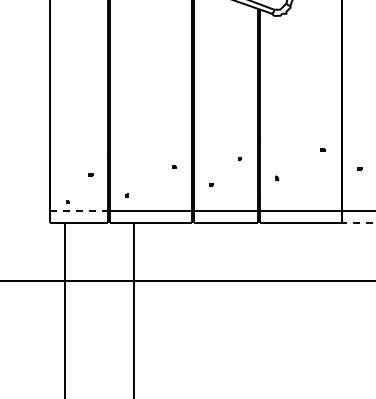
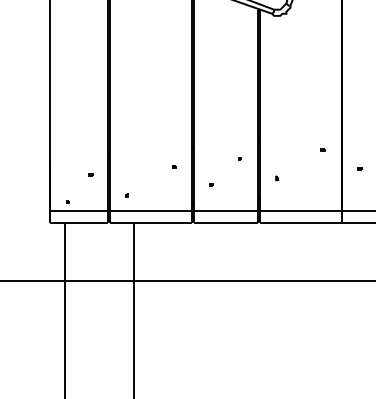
line at (78, 210): dashed -> solid
line at (358, 223): dashed -> solid
